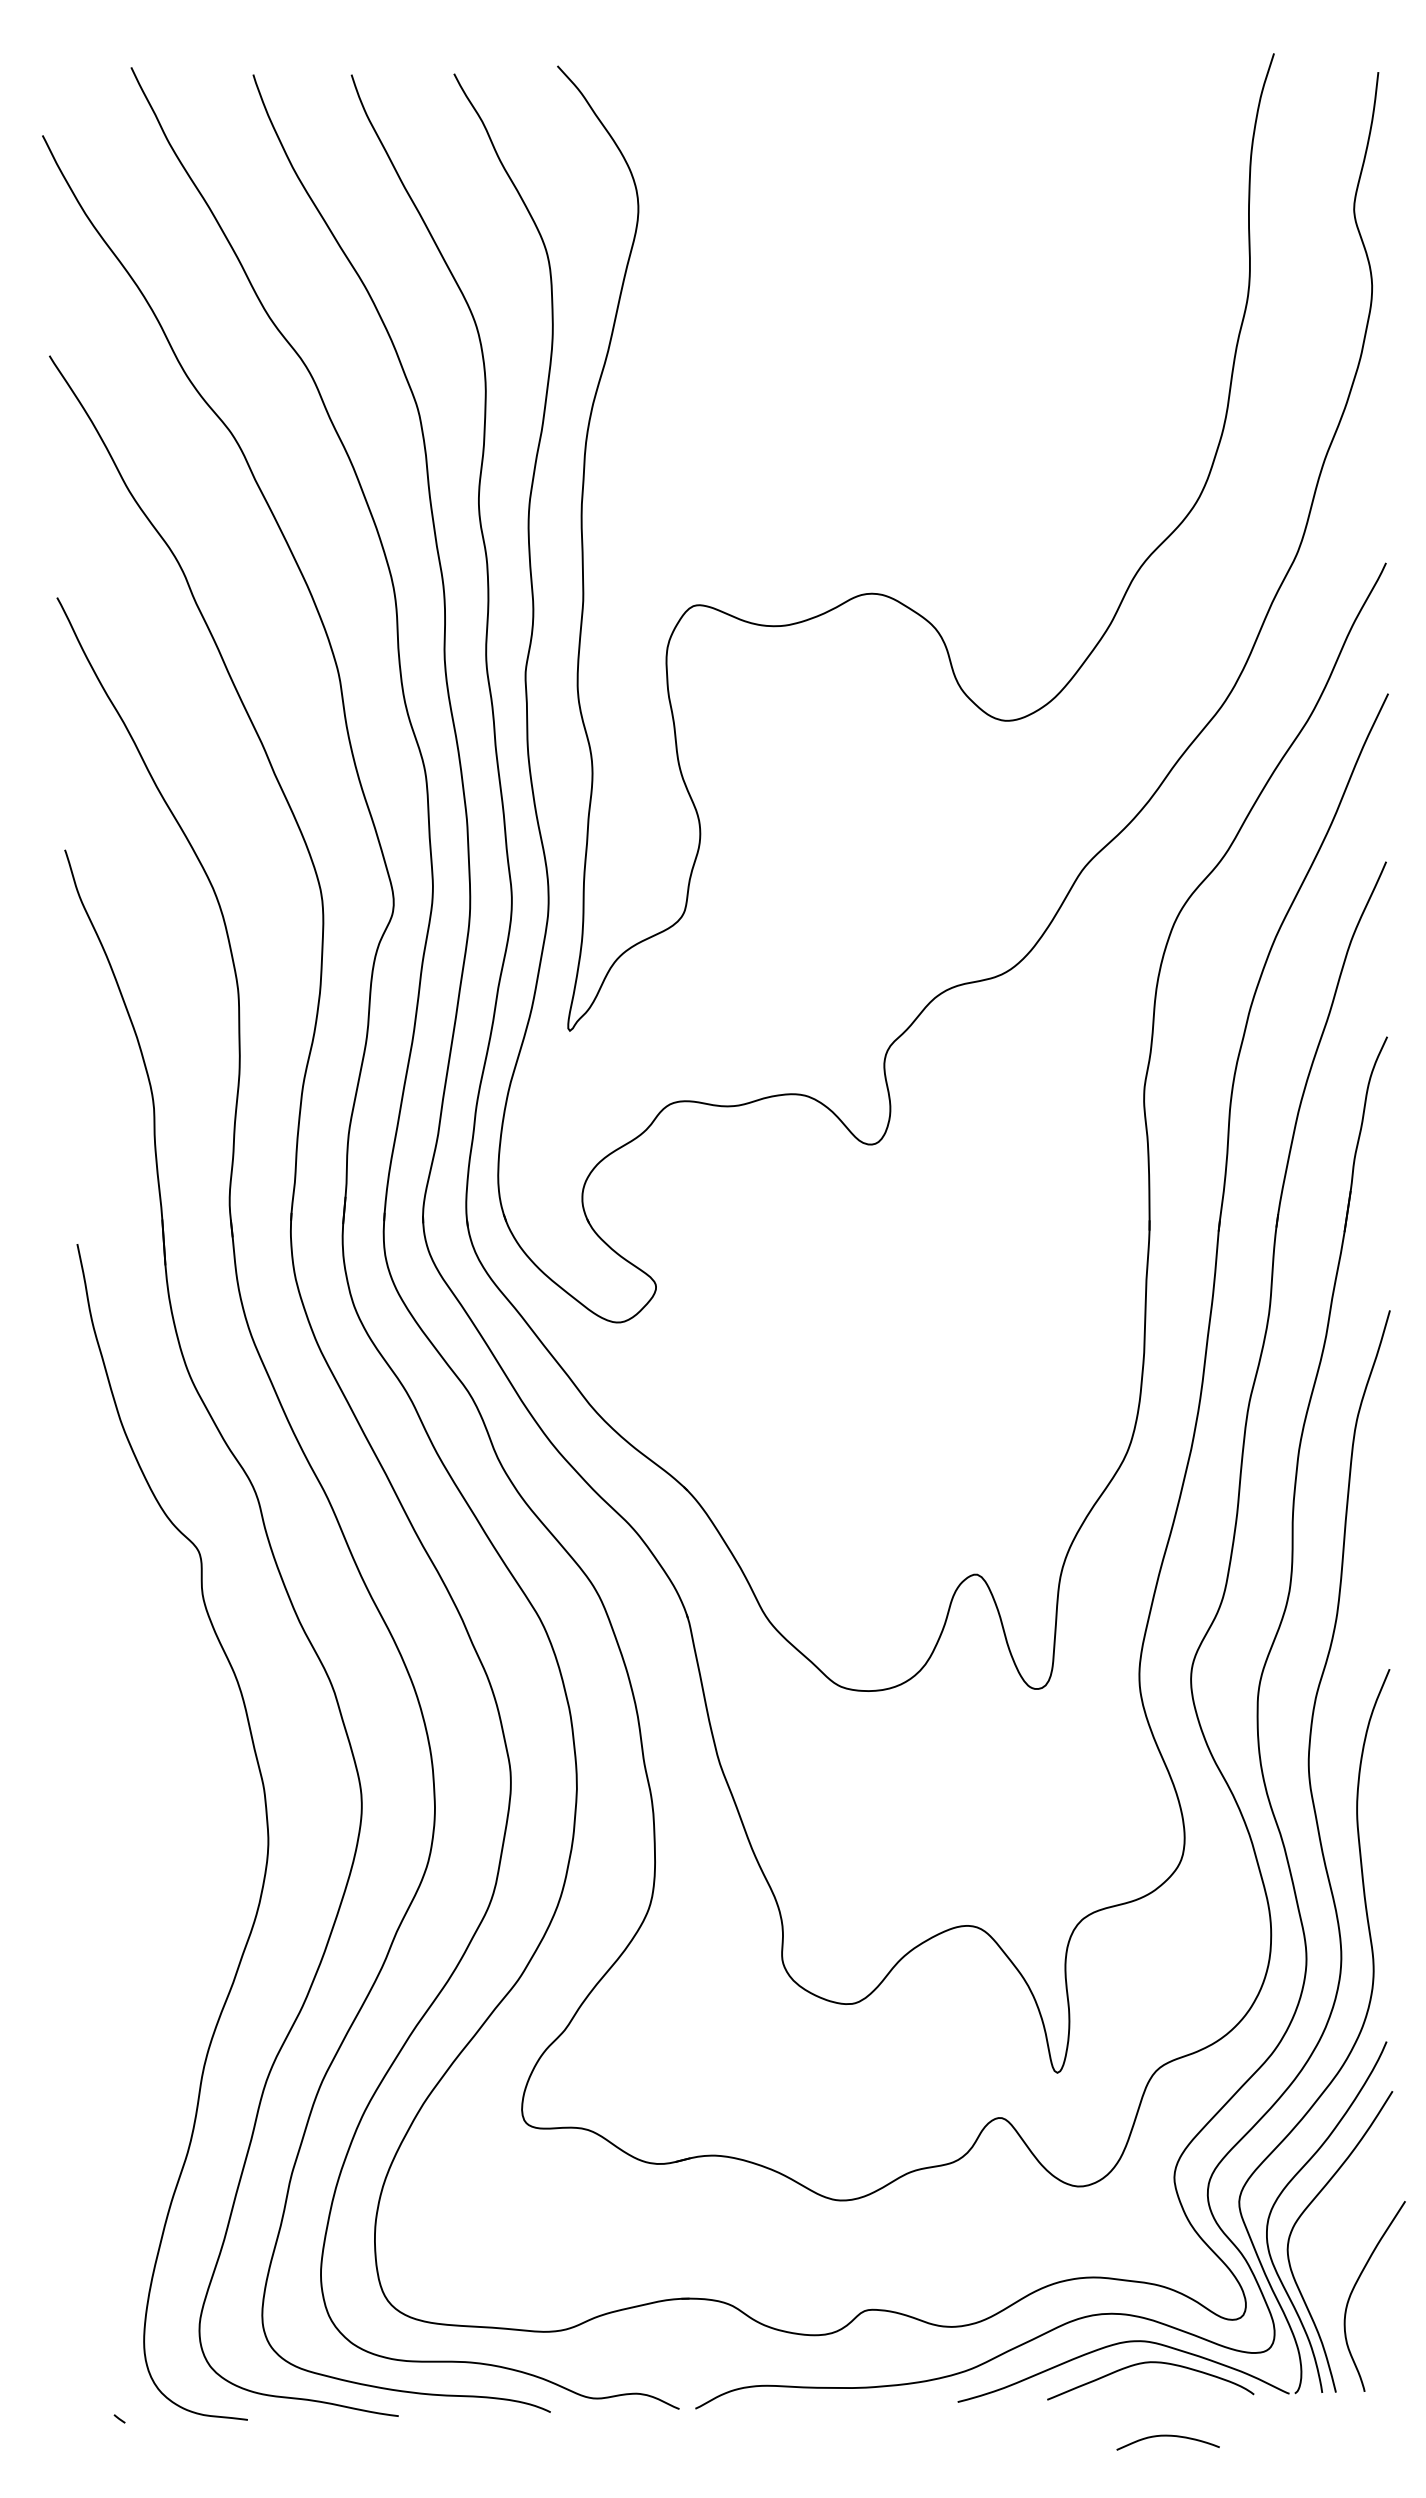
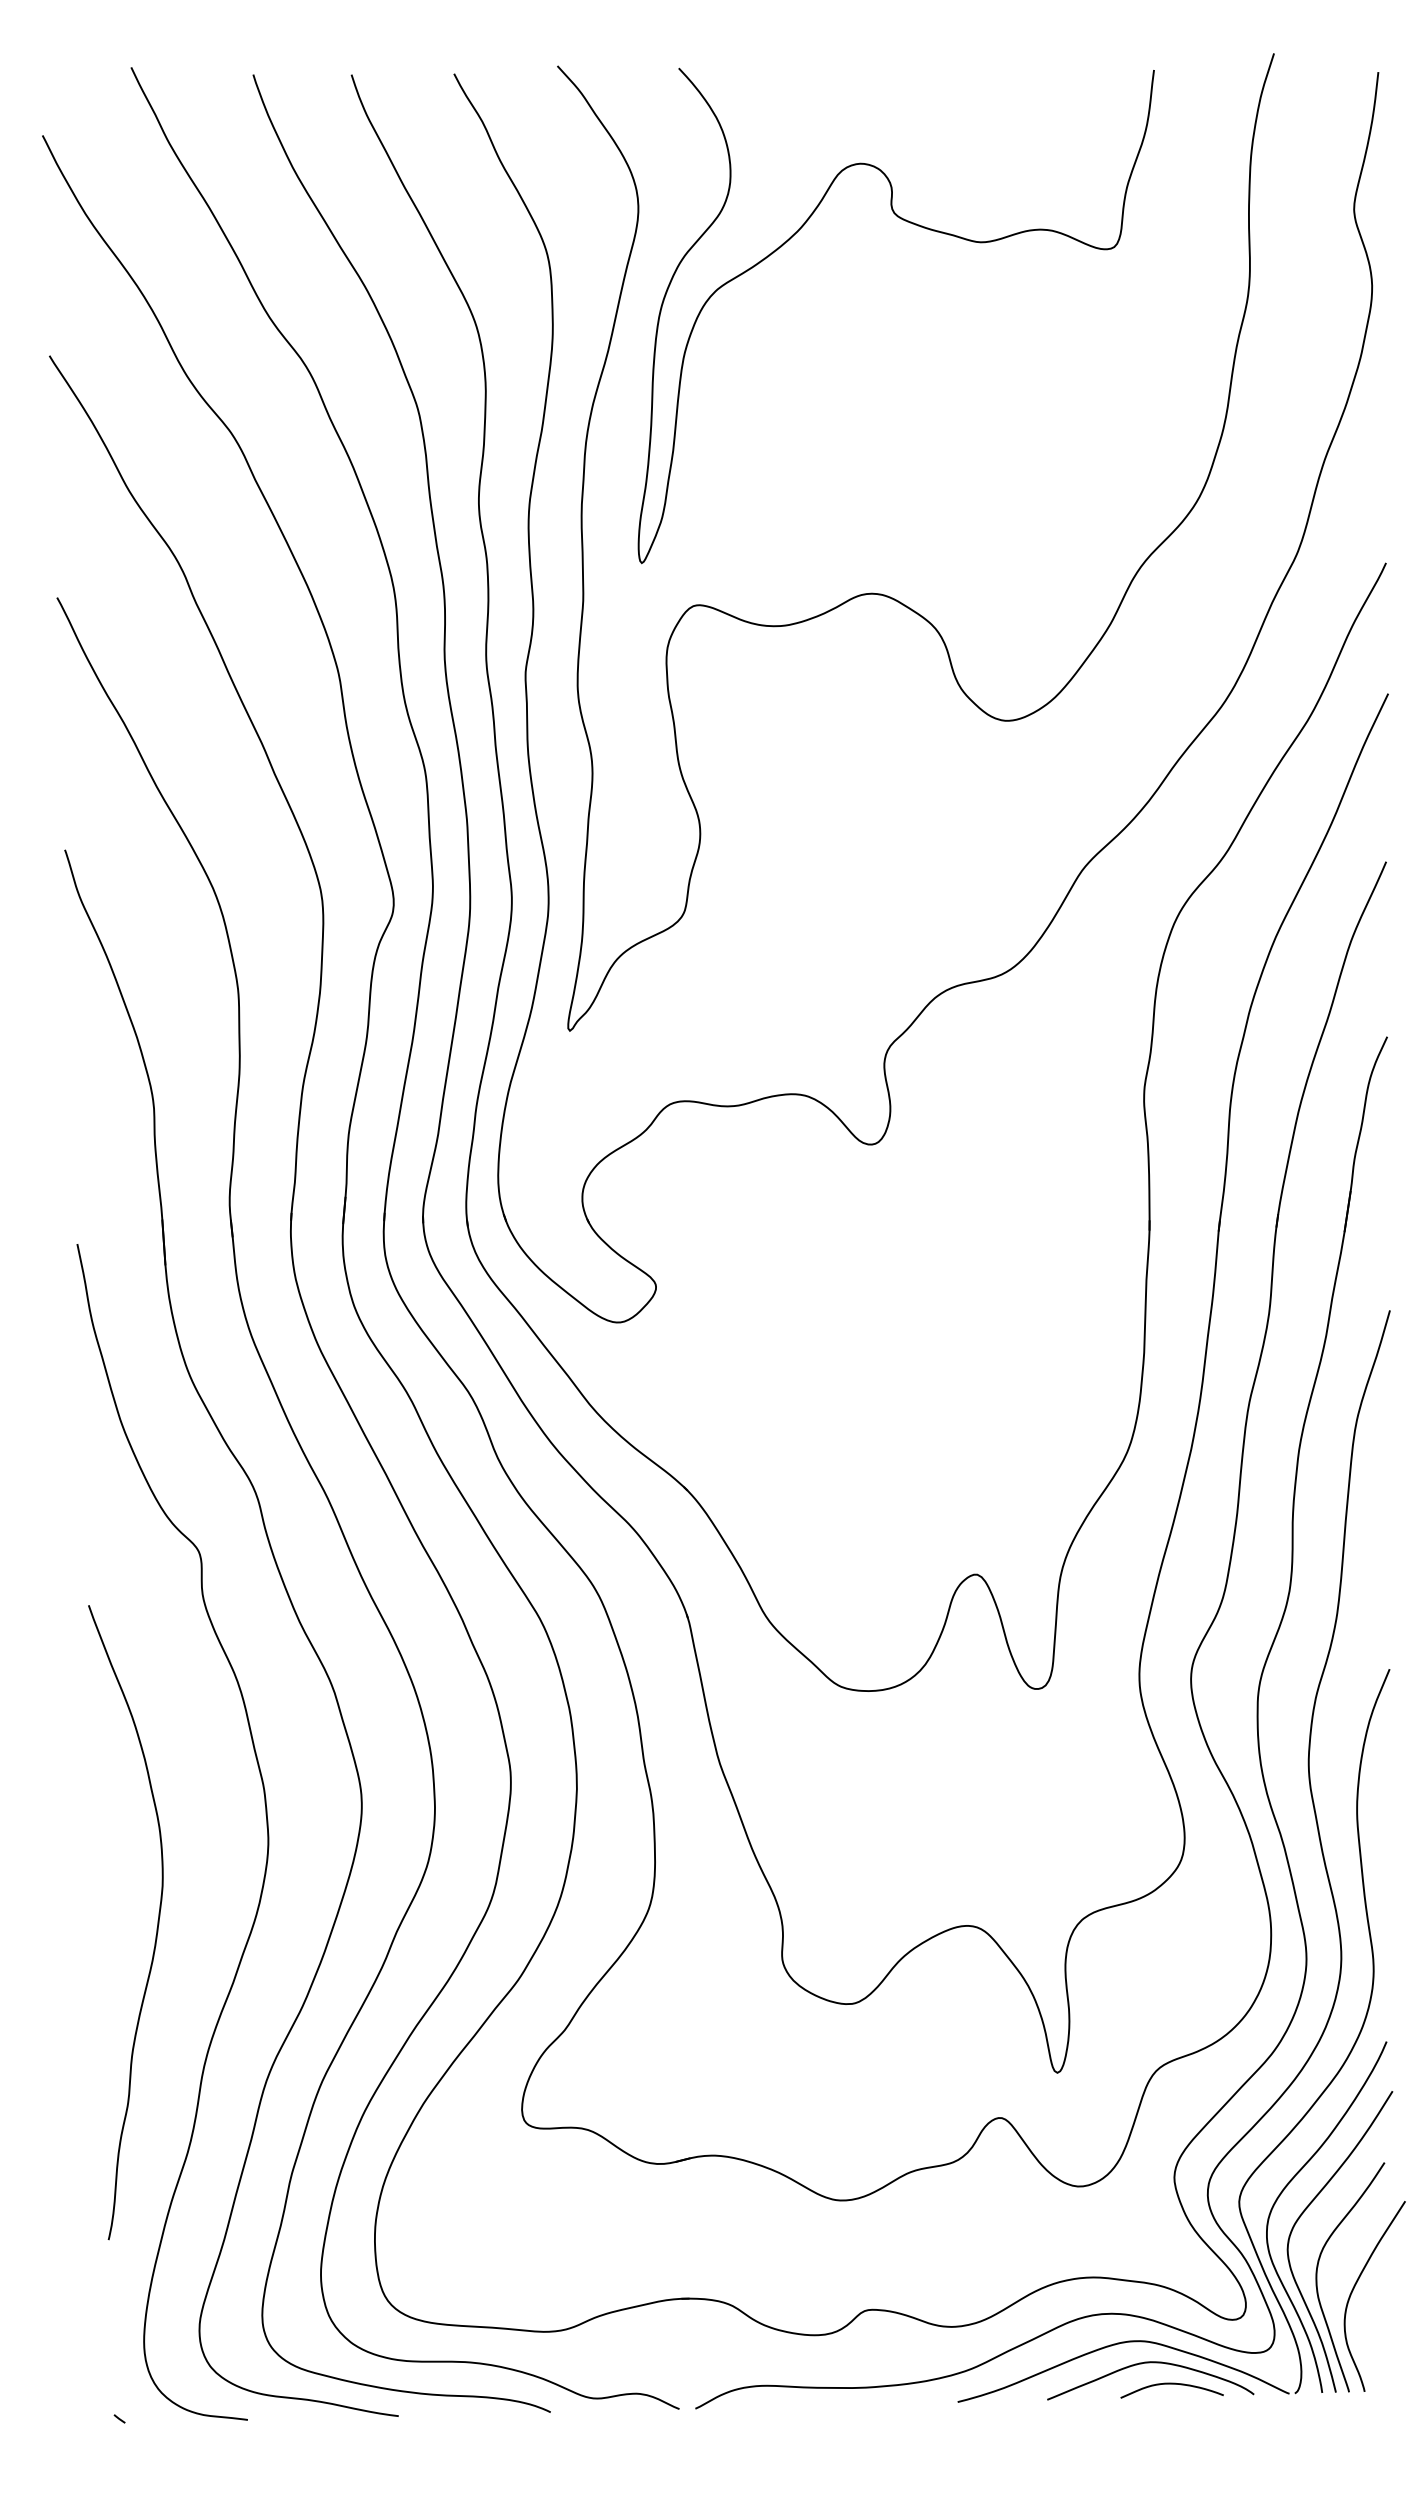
curve at (923, 228): none -> present
curve at (156, 1928): none -> present
curve at (1317, 2277): none -> present
curve at (1167, 2436) position: (1167, 2436) -> (1171, 2384)
